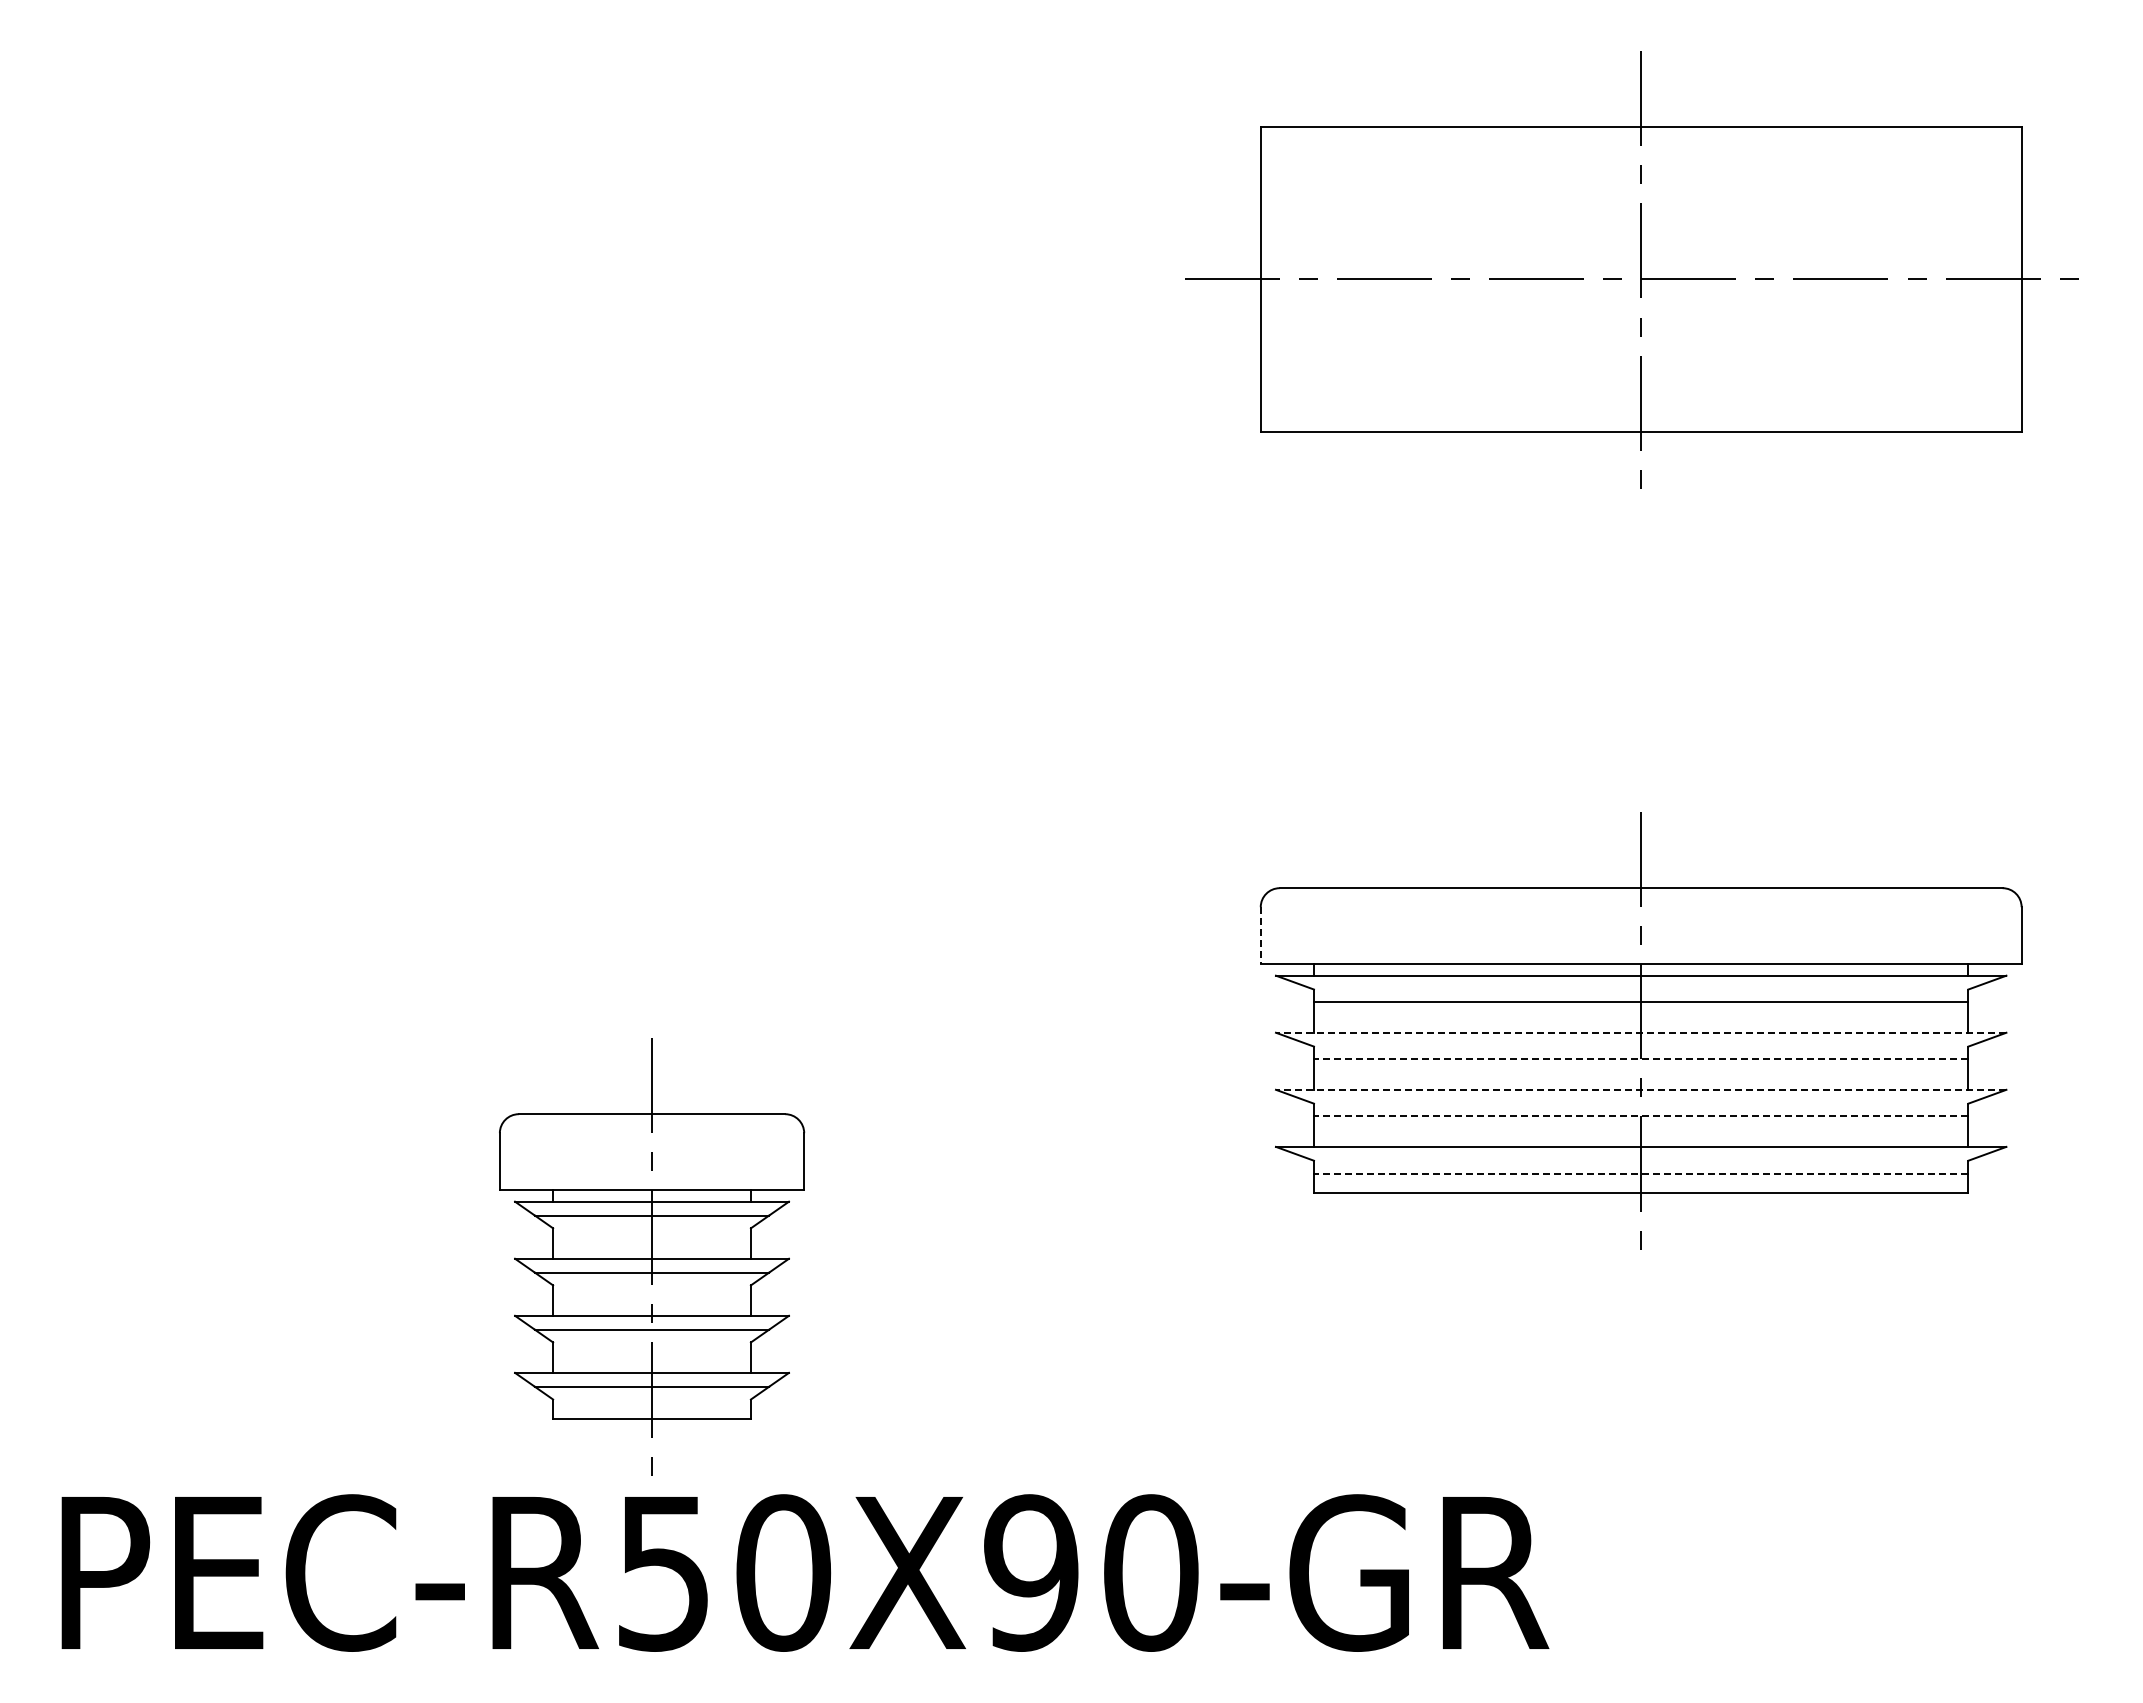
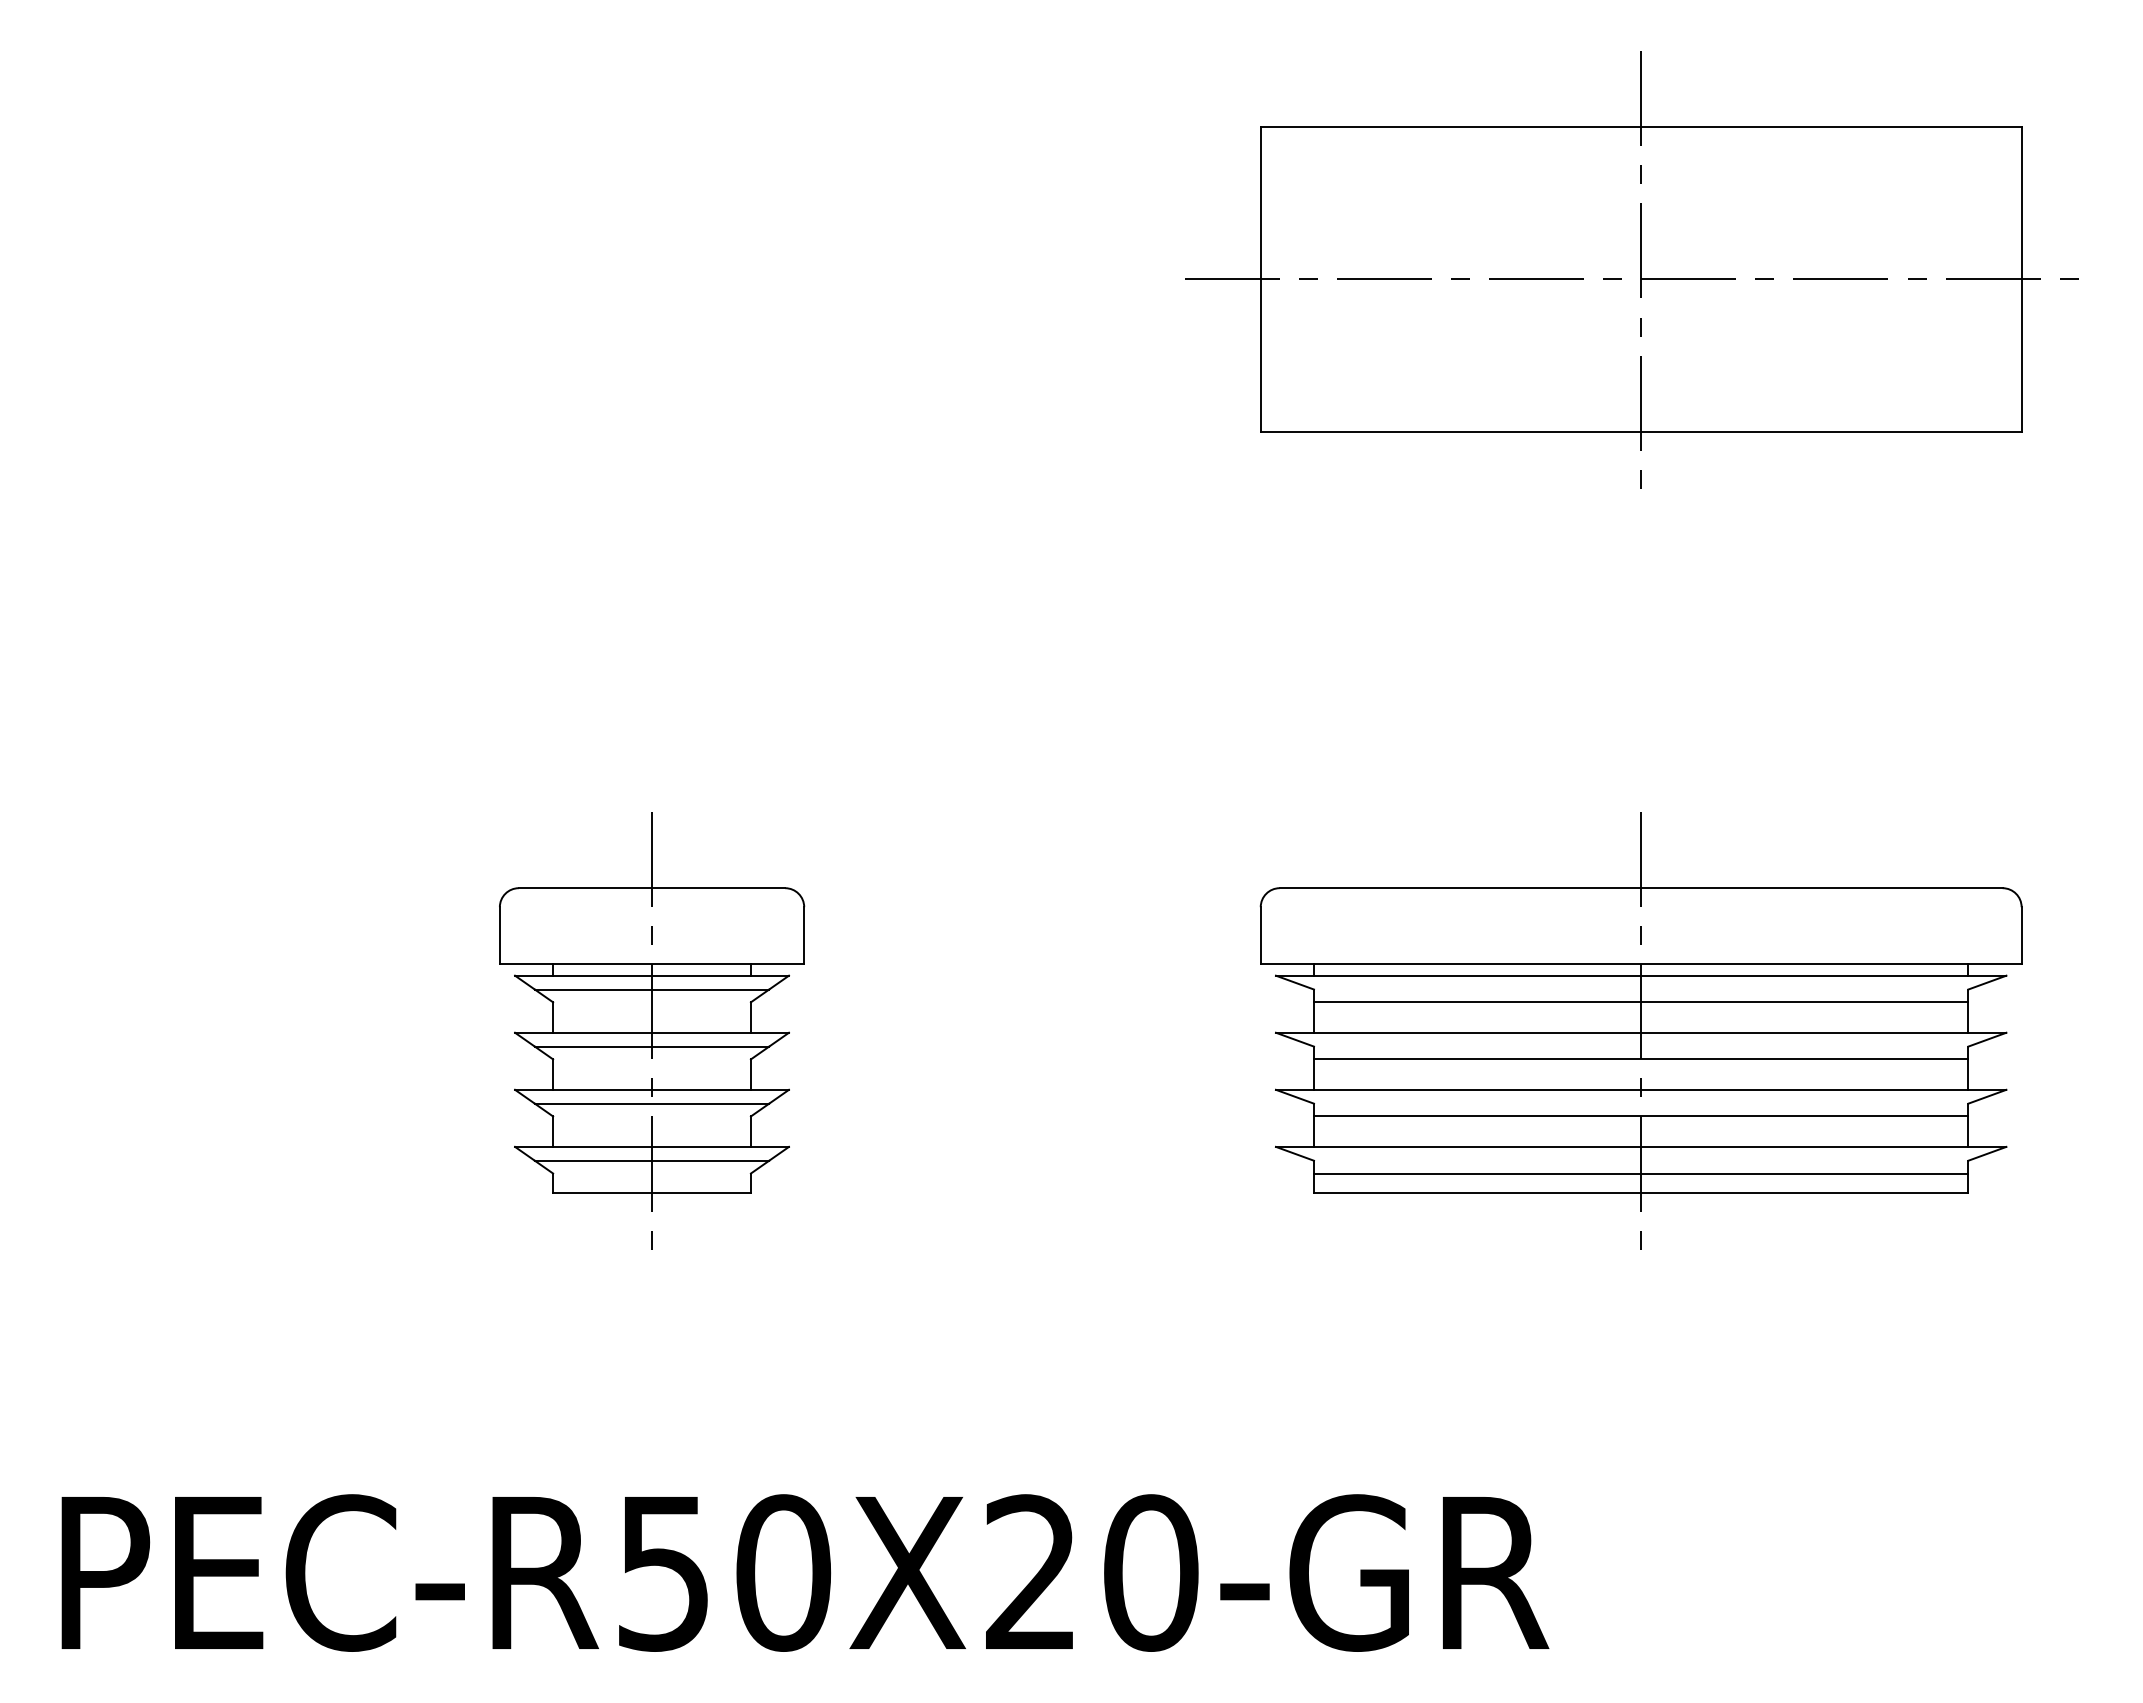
line at (1260, 935): dashed -> solid
line at (1640, 1032): dashed -> solid
line at (1640, 1059): dashed -> solid
line at (1640, 1089): dashed -> solid
line at (1640, 1116): dashed -> solid
line at (1640, 1173): dashed -> solid
part at (652, 1256) position: (652, 1256) -> (652, 1030)
text at (1031, 1572): PEC-R50X90-GR -> PEC-R50X20-GR
